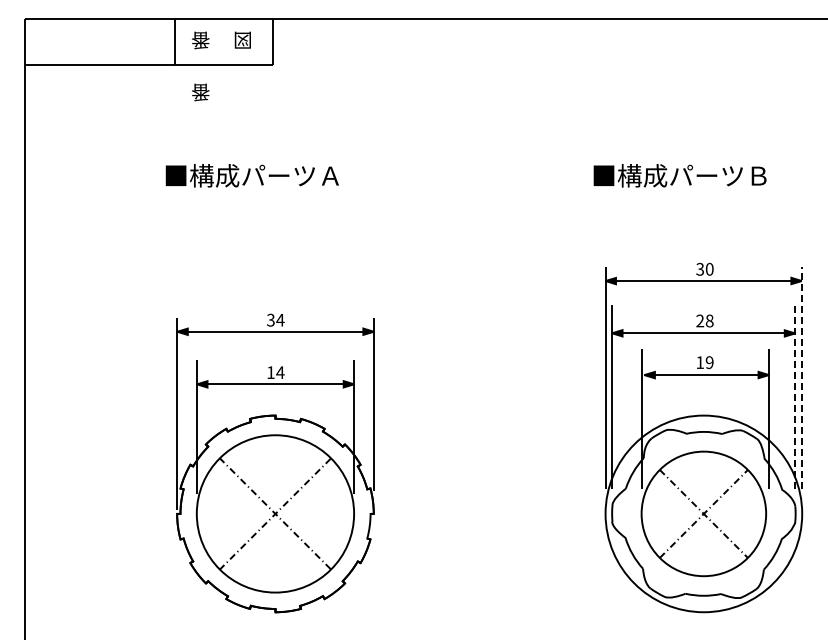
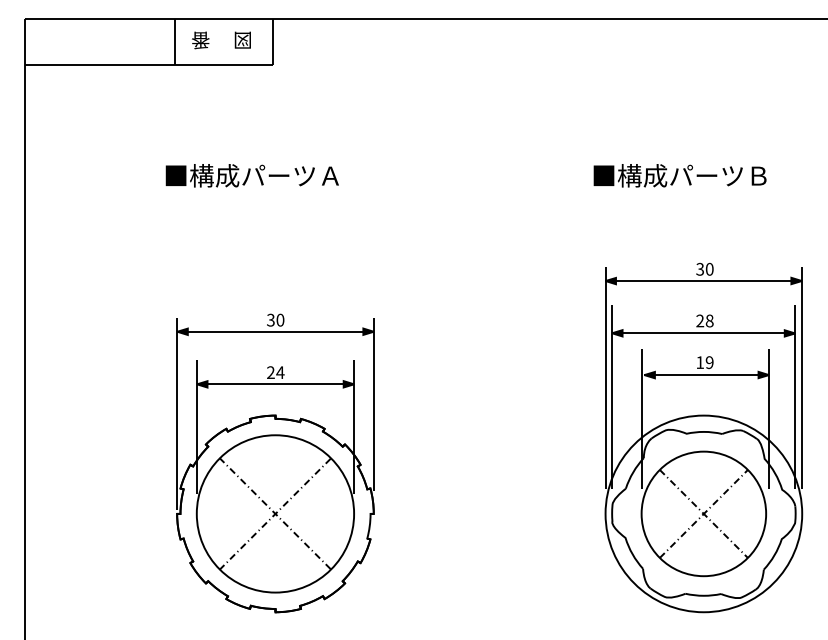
part at (200, 92): present -> none
text at (280, 319): 34 -> 30
text at (270, 372): 14 -> 24
line at (801, 377): dashed -> solid
line at (795, 396): dashed -> solid
